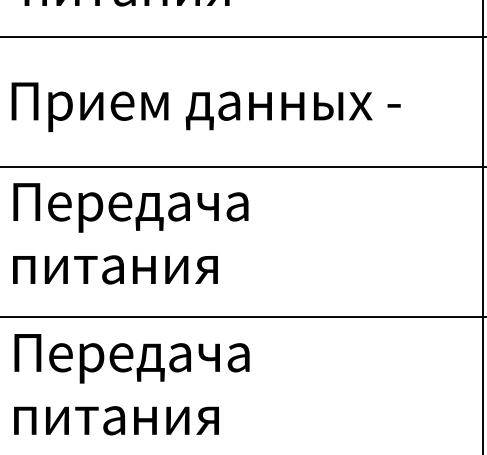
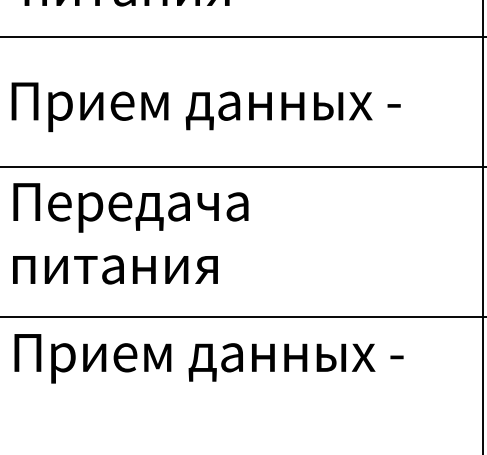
text at (208, 389): Передача питания -> Прием данных -
